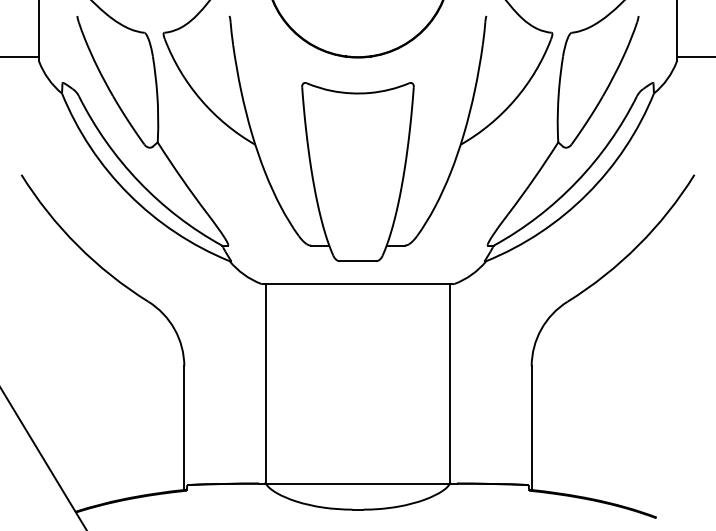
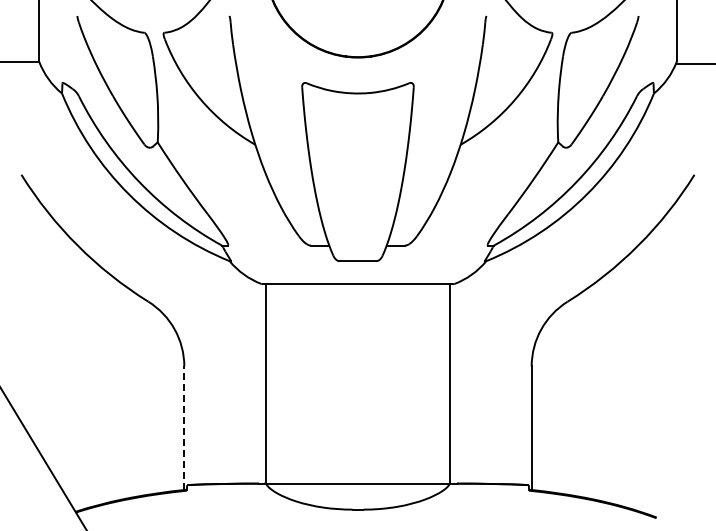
line at (20, 57) position: (20, 57) -> (20, 62)
line at (694, 57) position: (694, 57) -> (694, 64)
line at (184, 428): solid -> dashed
